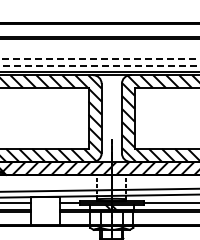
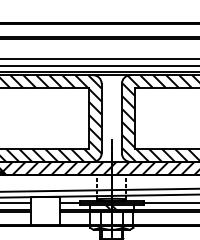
line at (99, 58): dashed -> solid
line at (99, 65): dashed -> solid
